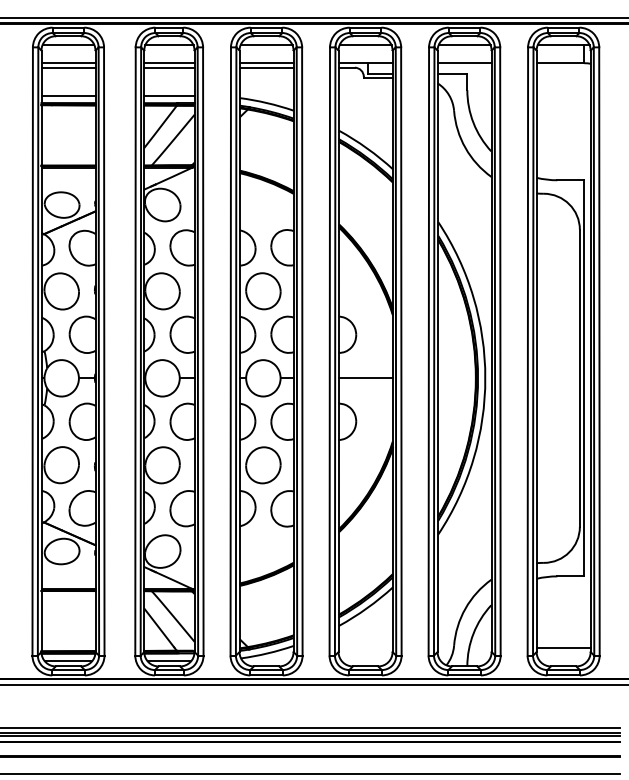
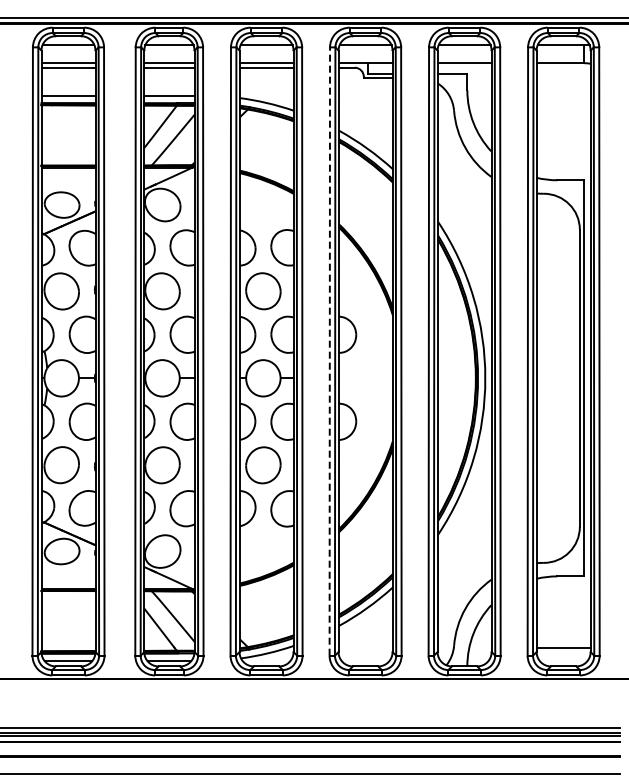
line at (329, 351): solid -> dashed
line at (365, 378): present -> none
line at (313, 684): present -> none
